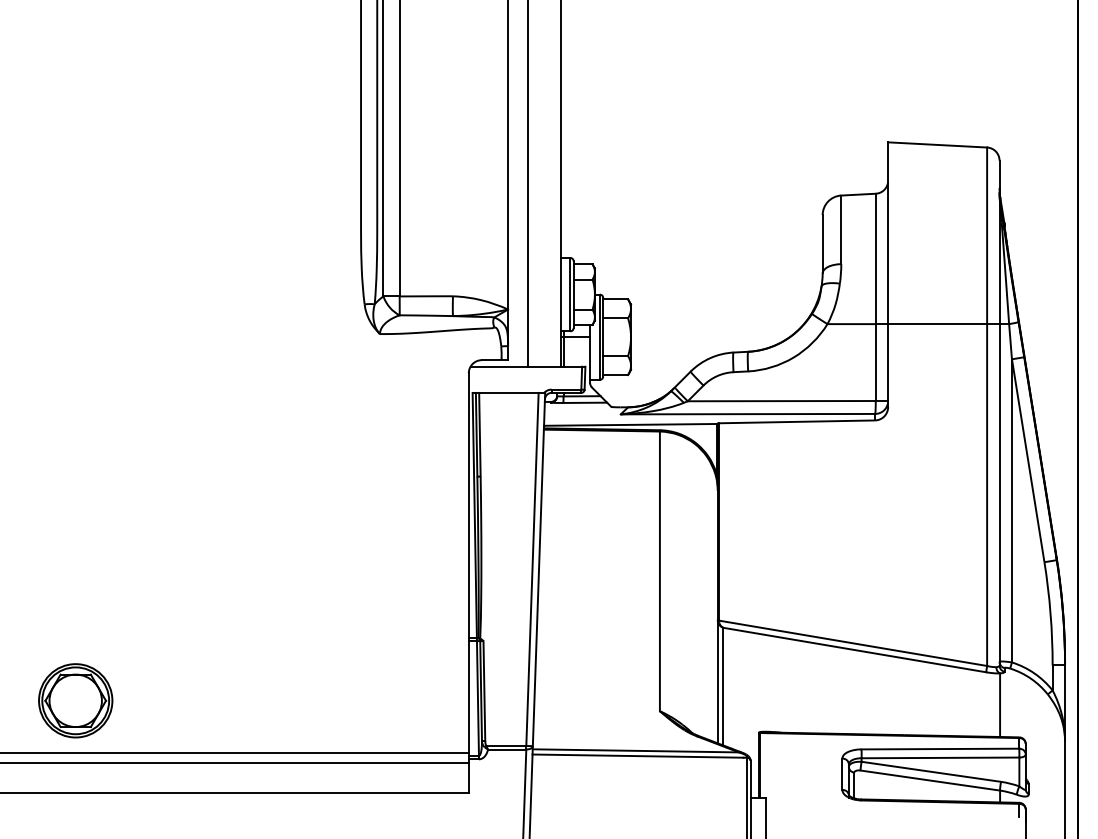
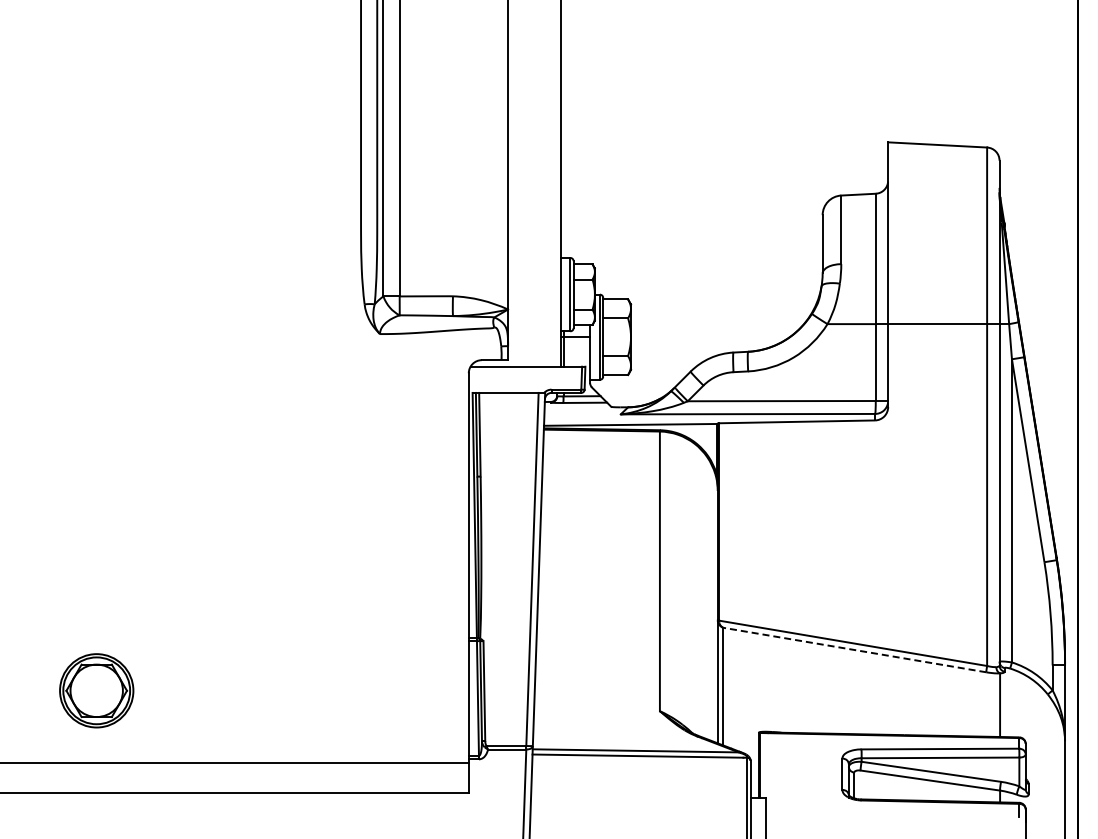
line at (527, 184): present -> none
line at (854, 649): solid -> dashed
part at (75, 700) position: (75, 700) -> (96, 690)
line at (235, 753): present -> none
